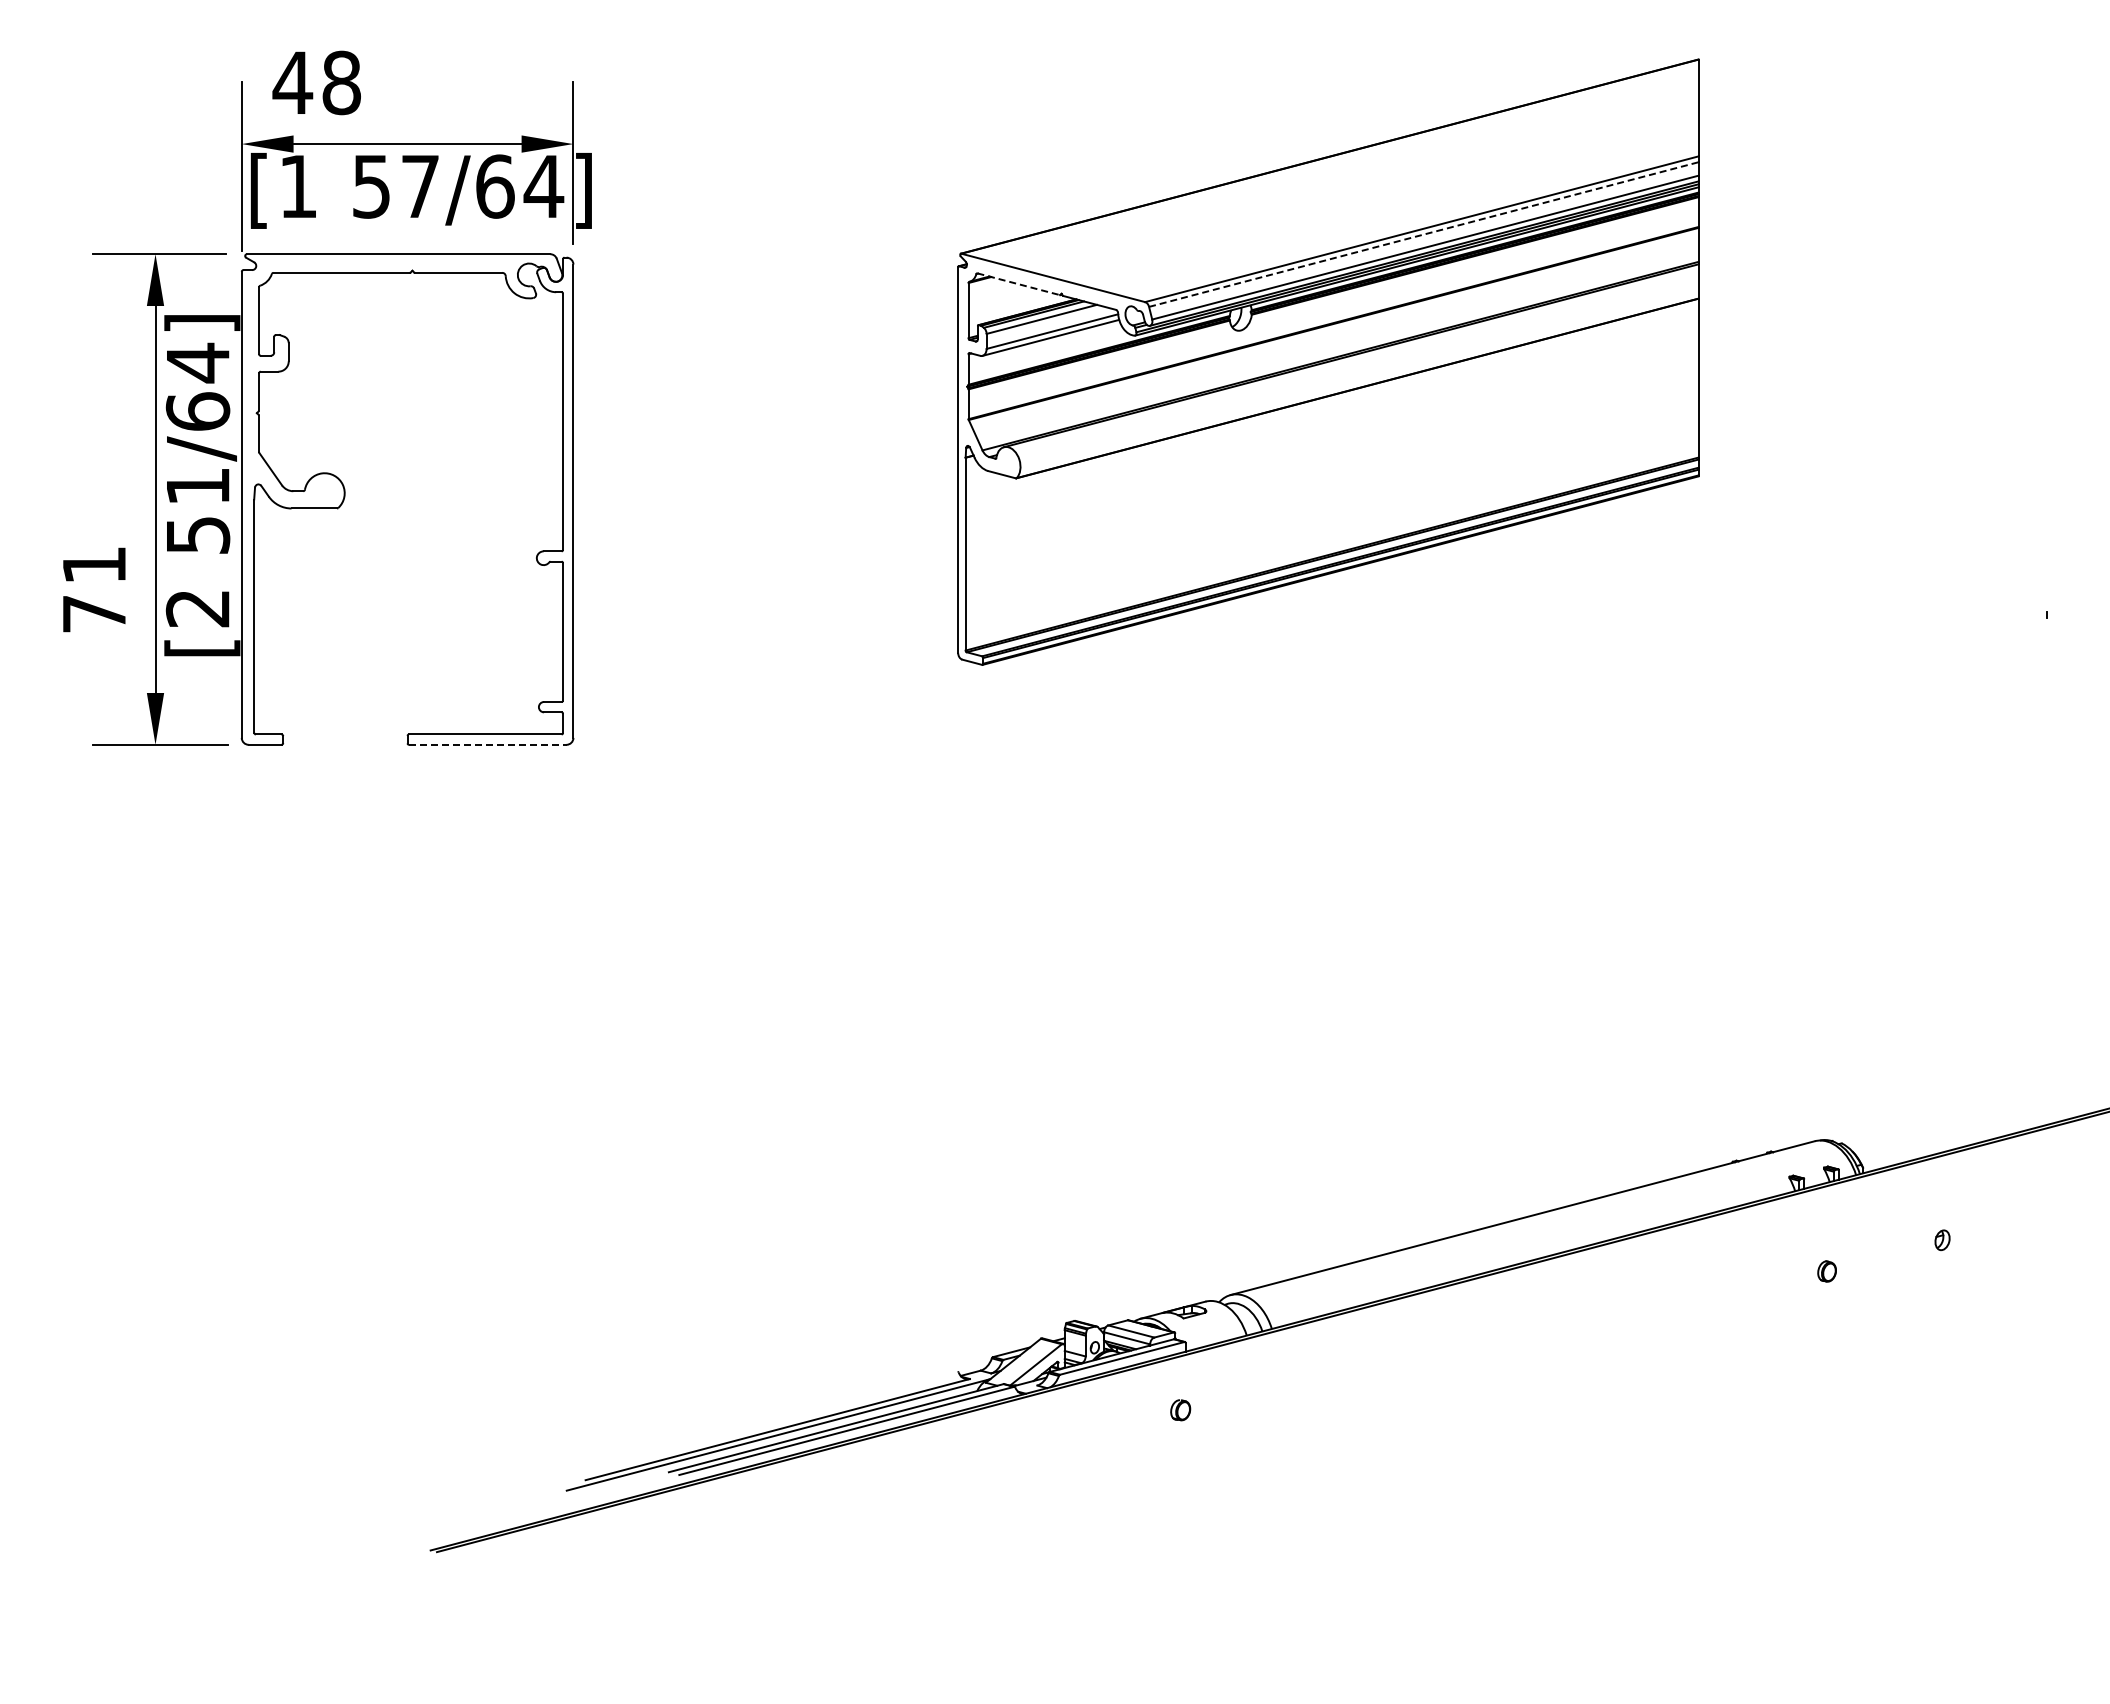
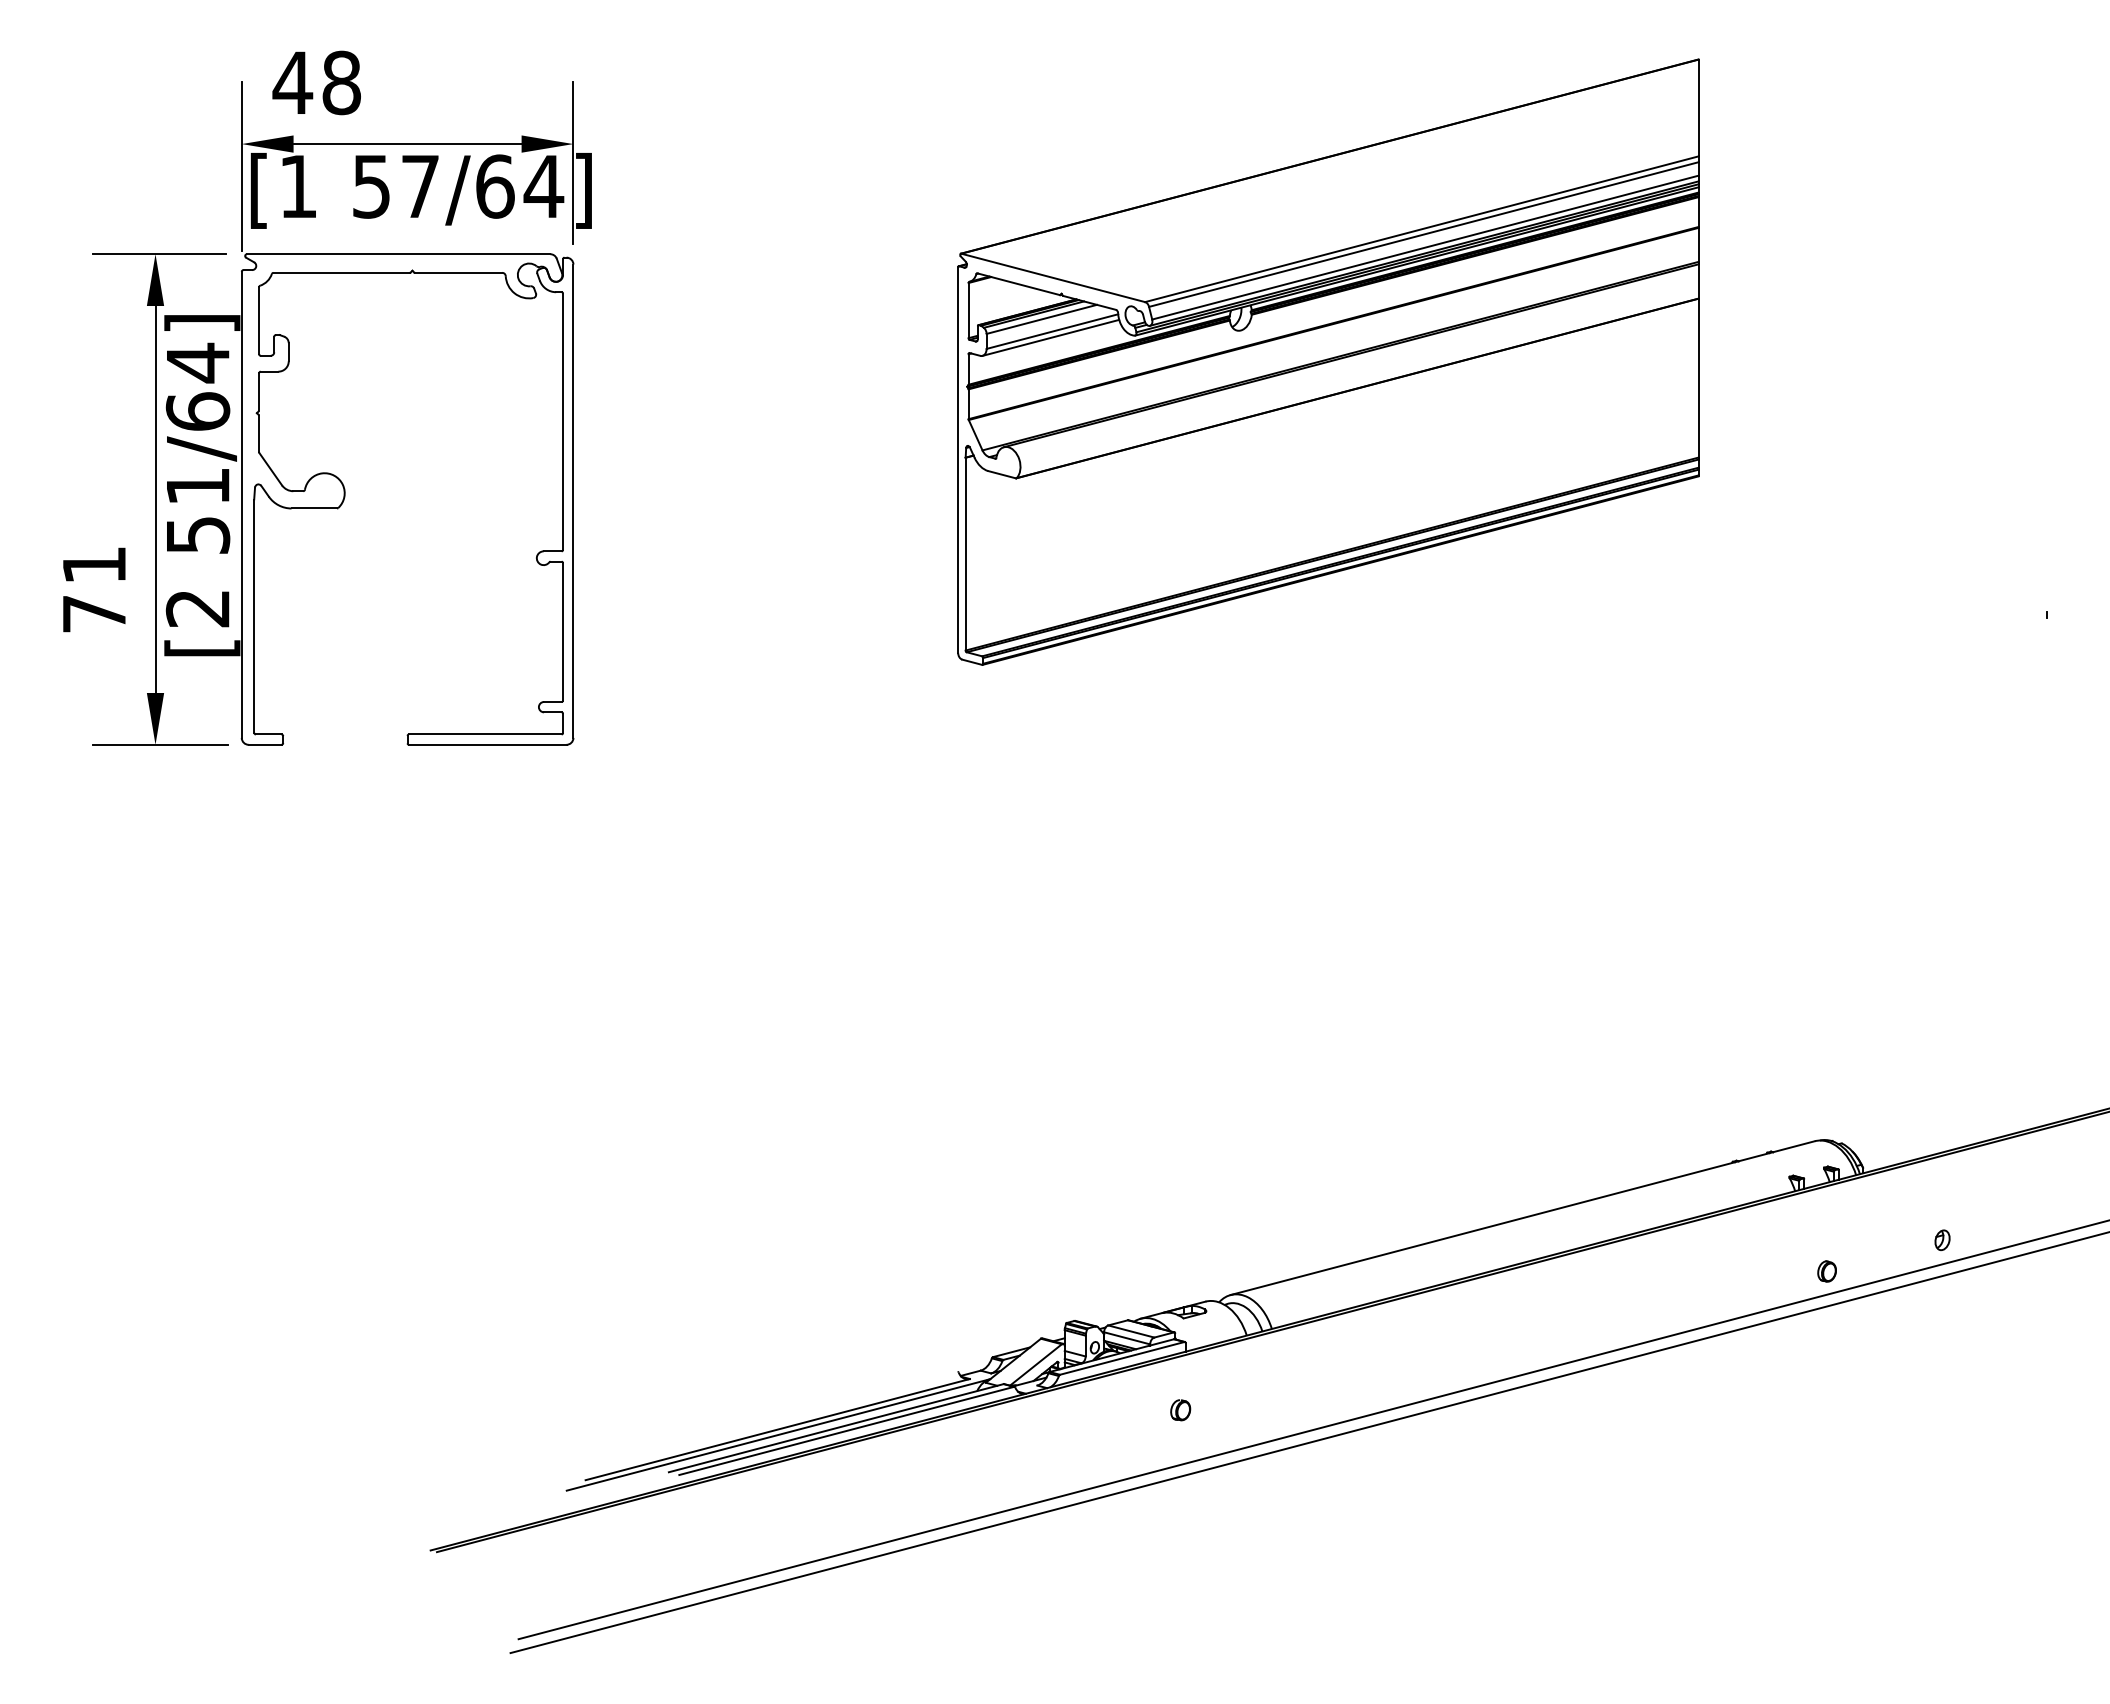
line at (1424, 234): dashed -> solid
line at (1018, 284): dashed -> solid
line at (487, 744): dashed -> solid
line at (1312, 1430): none -> present
line at (1308, 1442): none -> present
